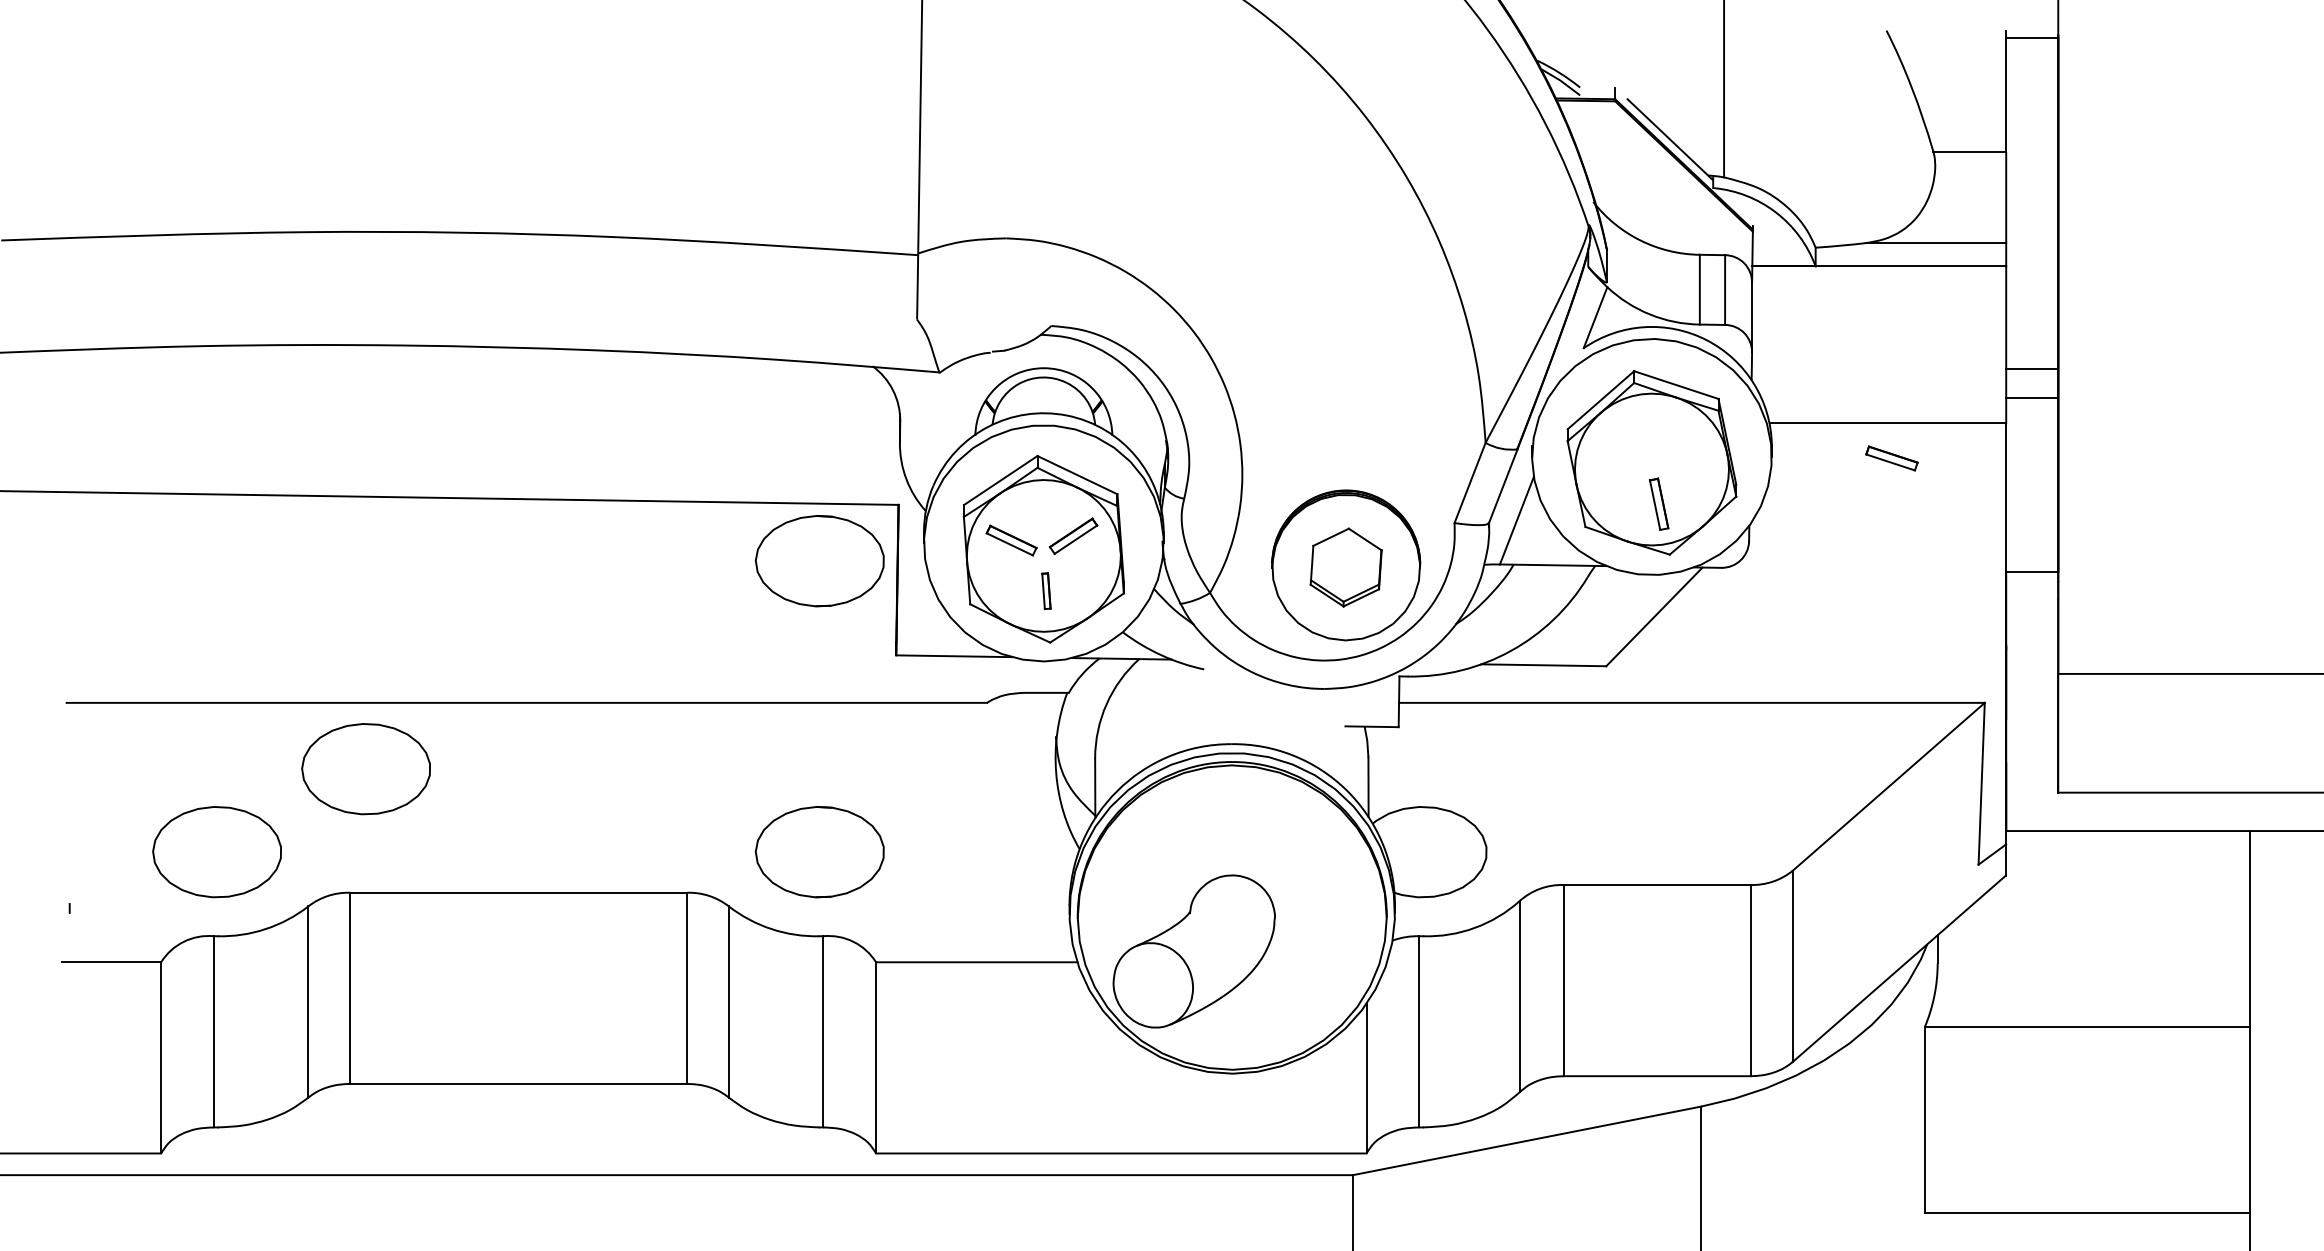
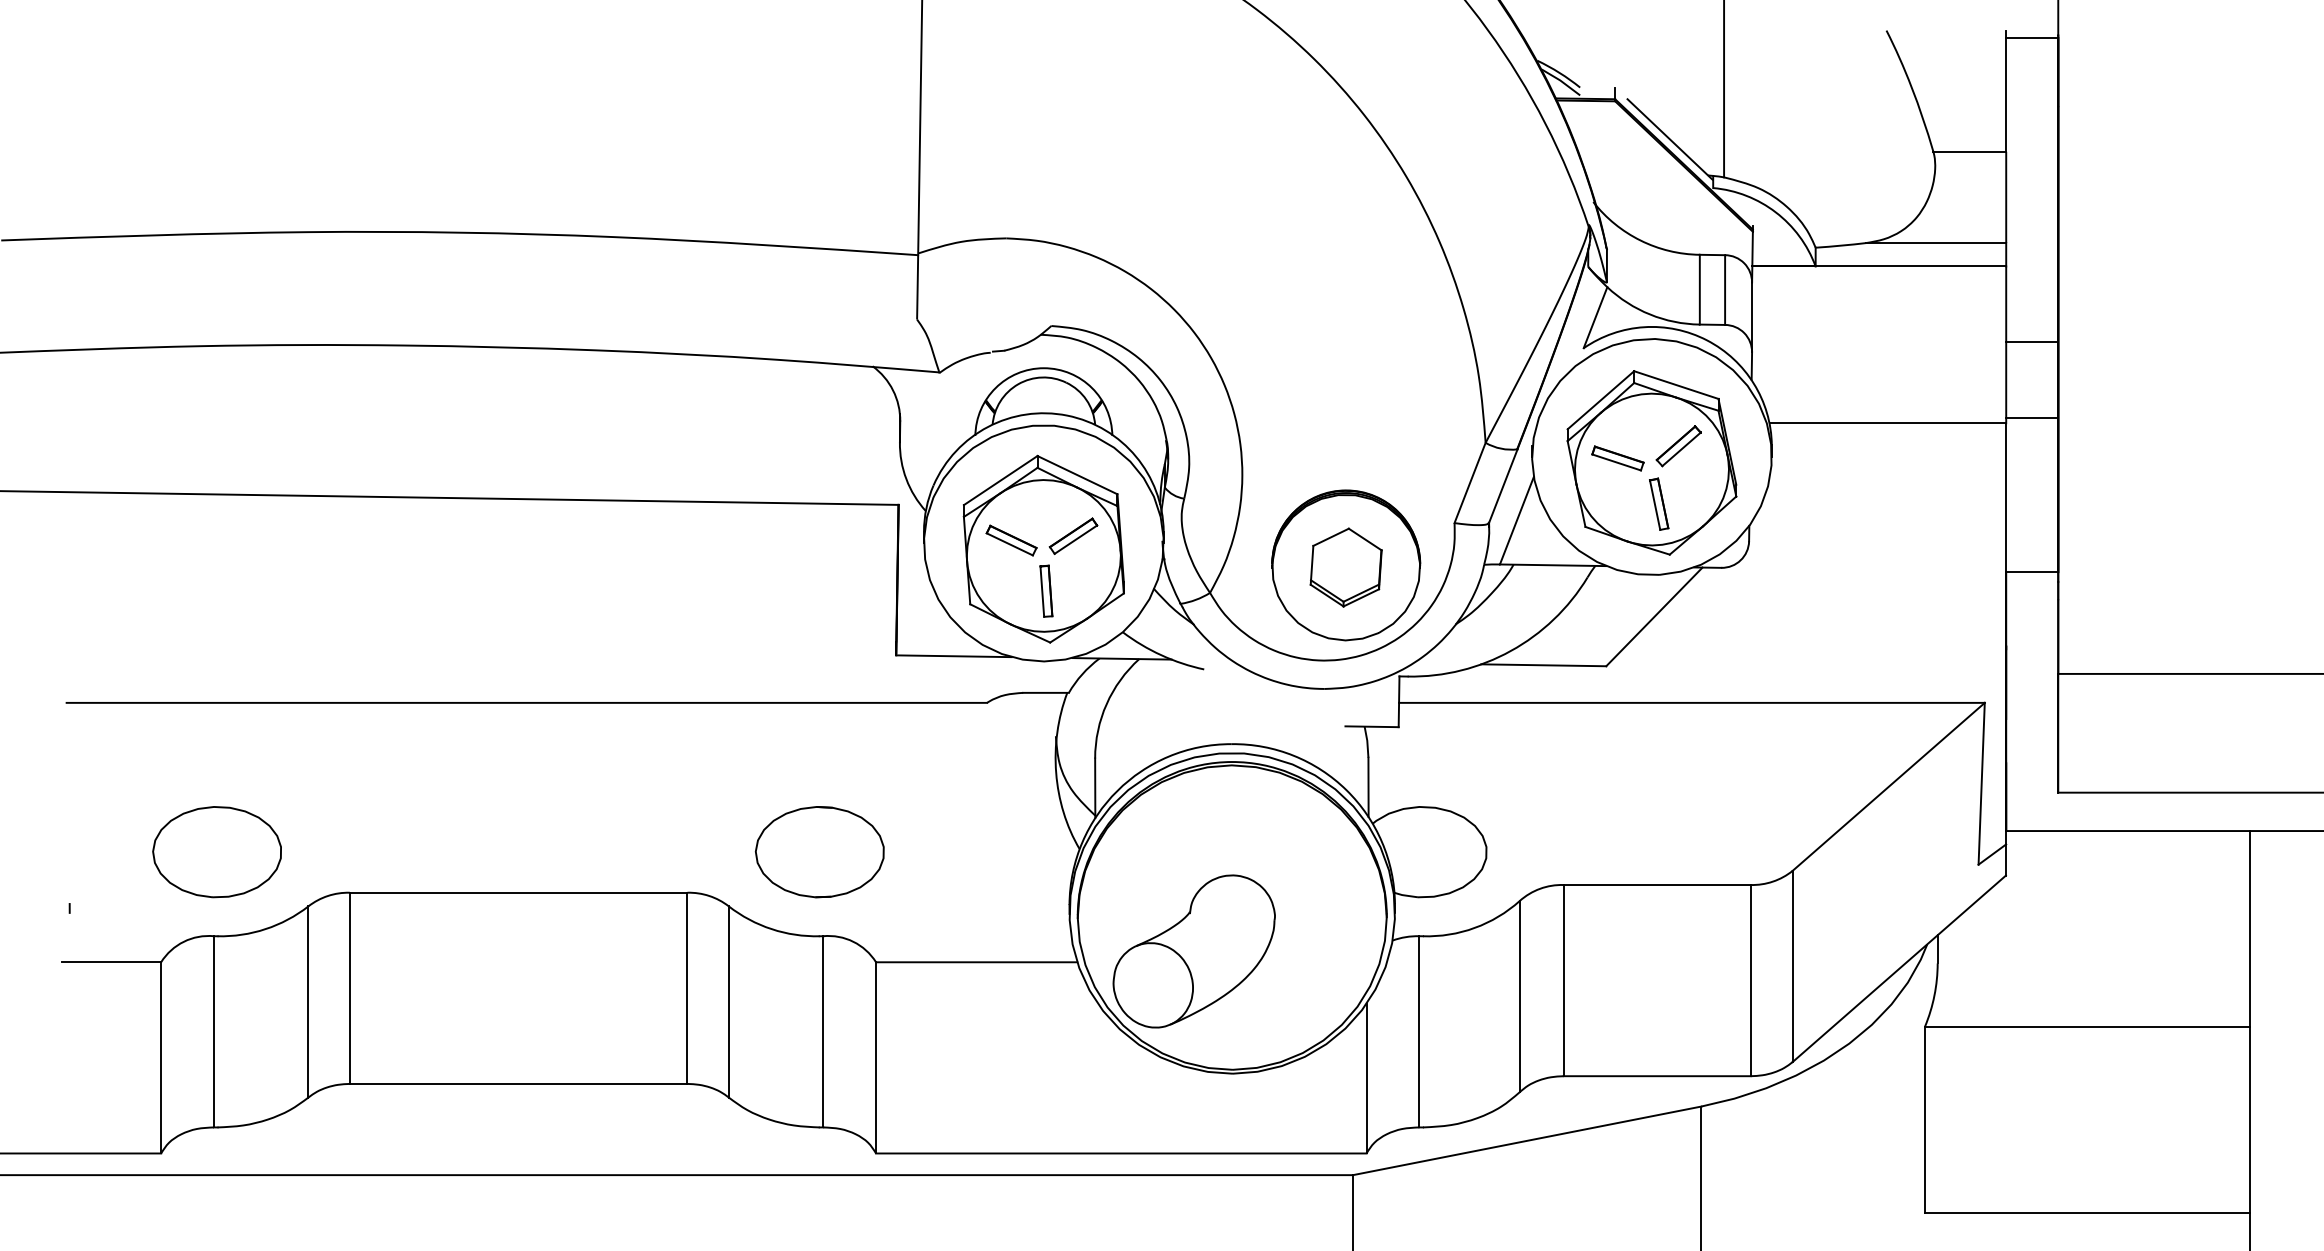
line at (2032, 368) position: (2032, 368) -> (2032, 341)
line at (2032, 398) position: (2032, 398) -> (2032, 418)
part at (1678, 446): none -> present
part at (1891, 458) position: (1891, 458) -> (1617, 458)
part at (819, 561): present -> none
part at (1046, 591) size: 11x39 px -> 15x54 px
part at (365, 769): present -> none
